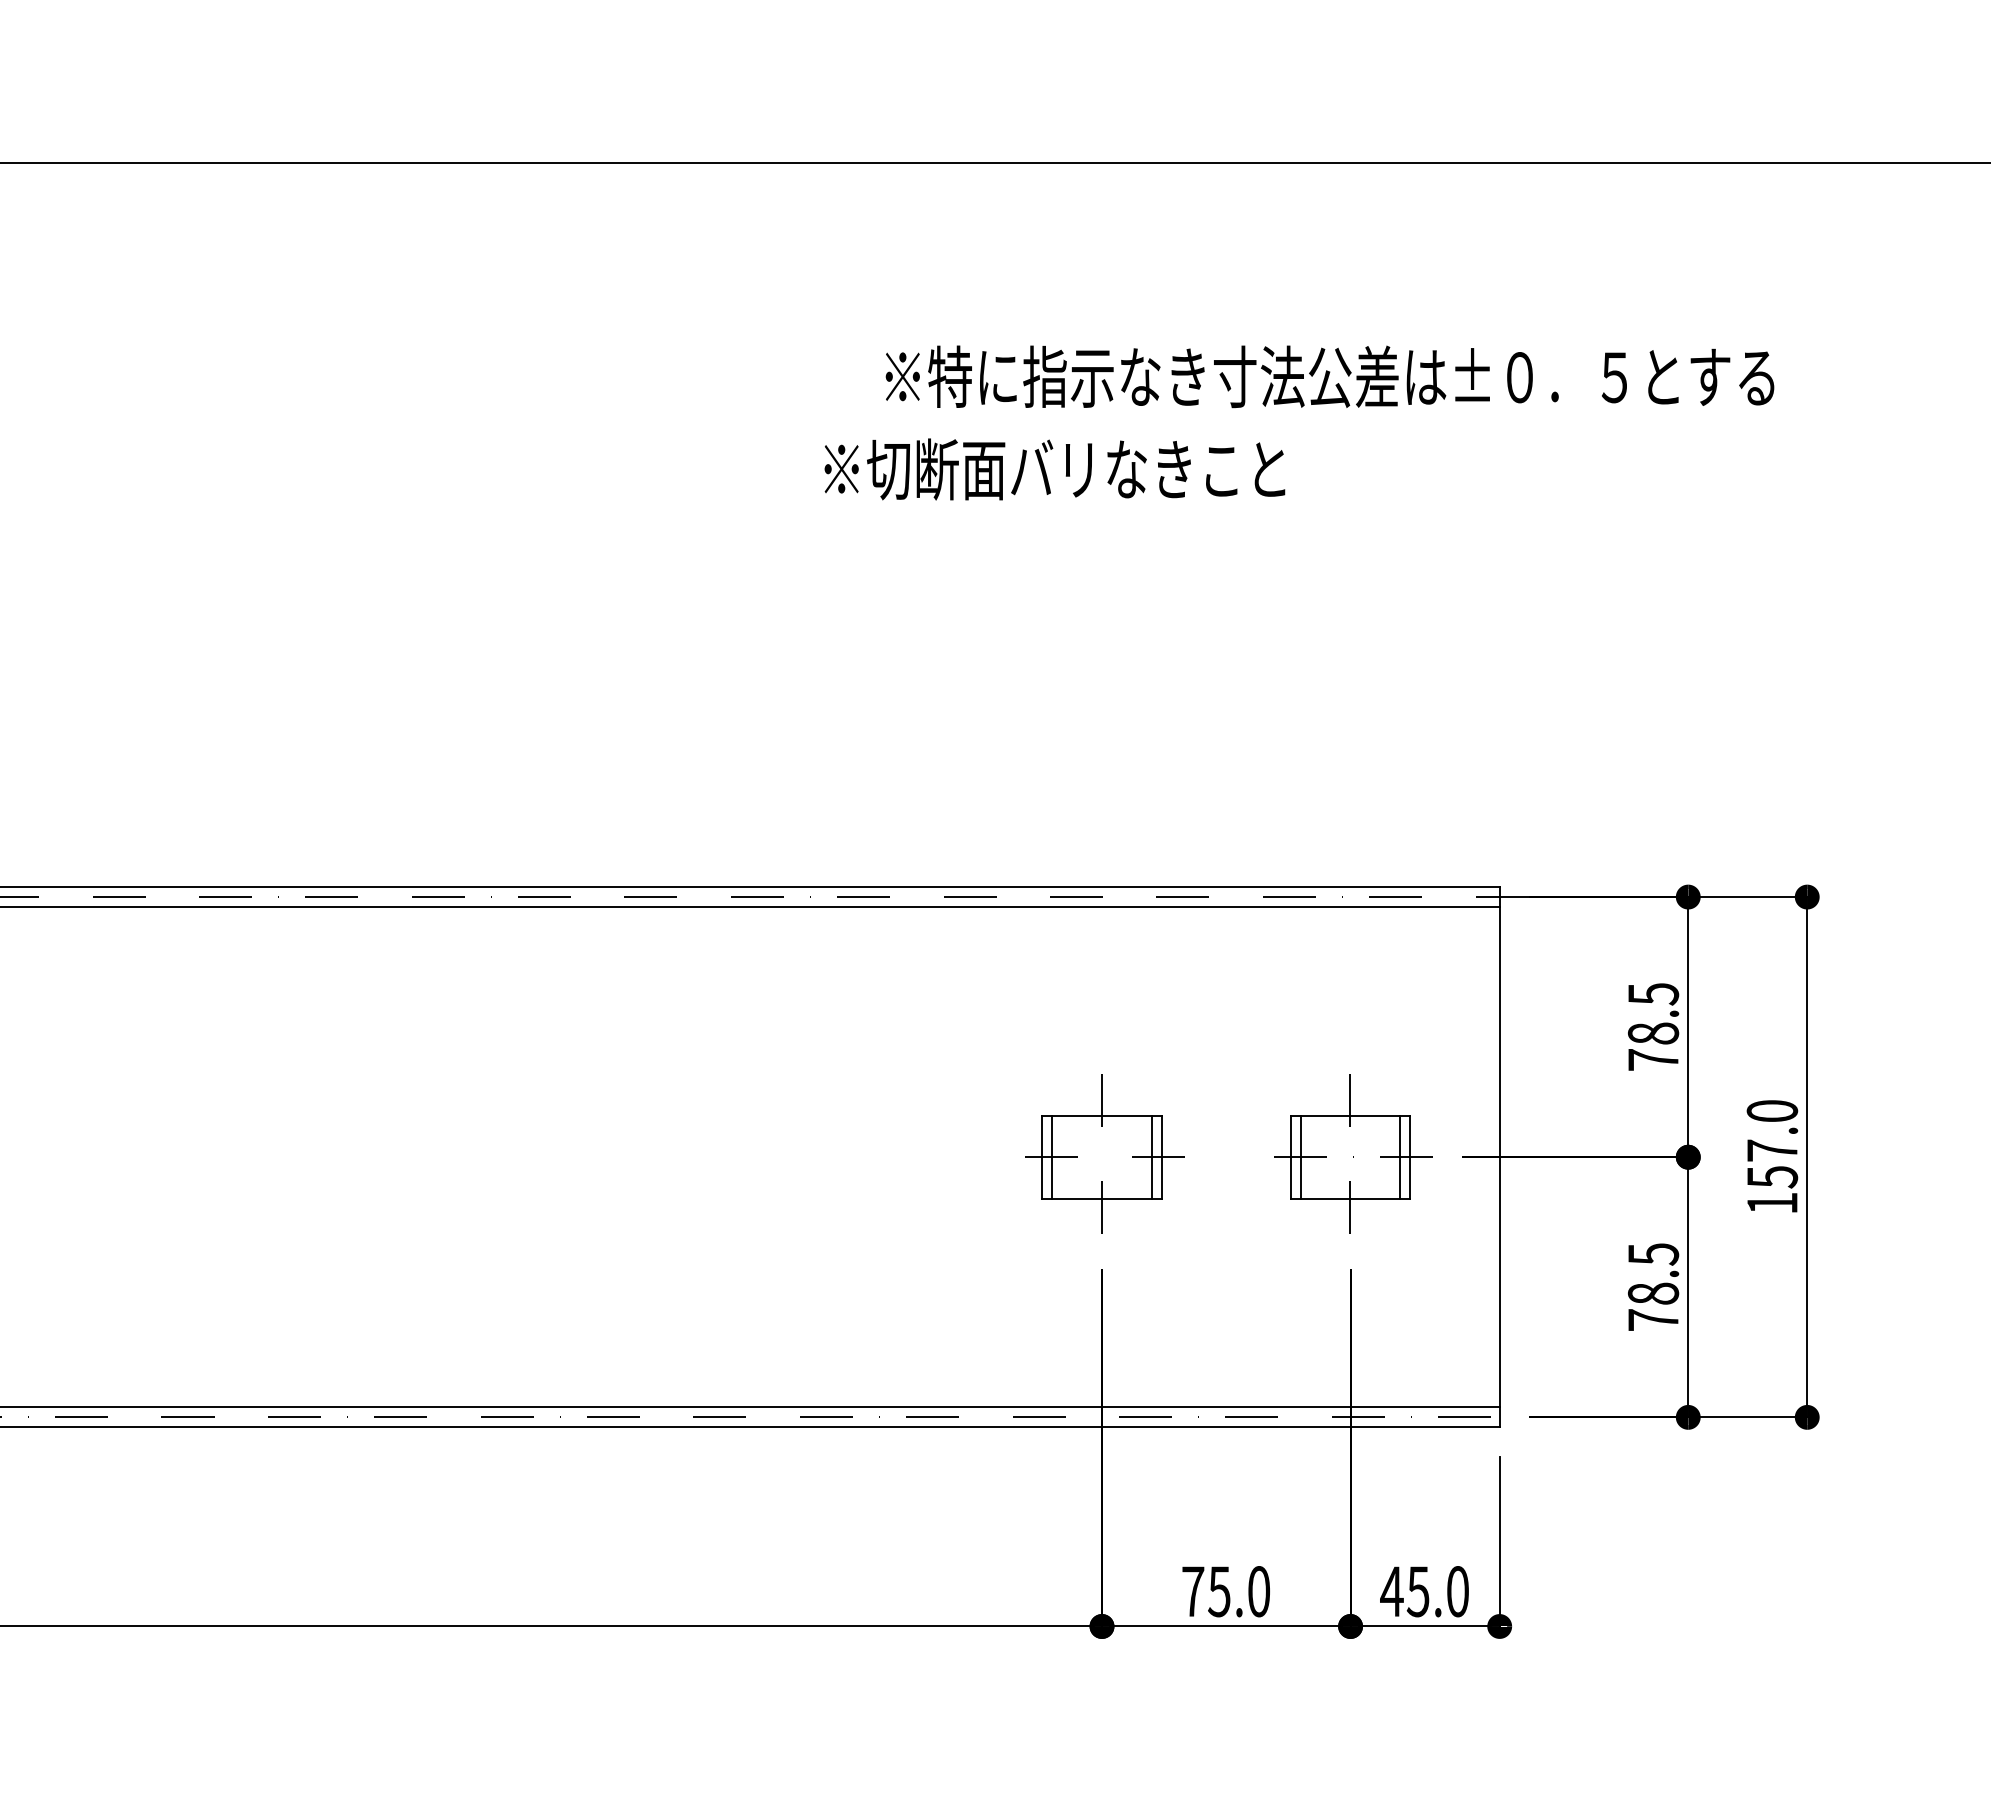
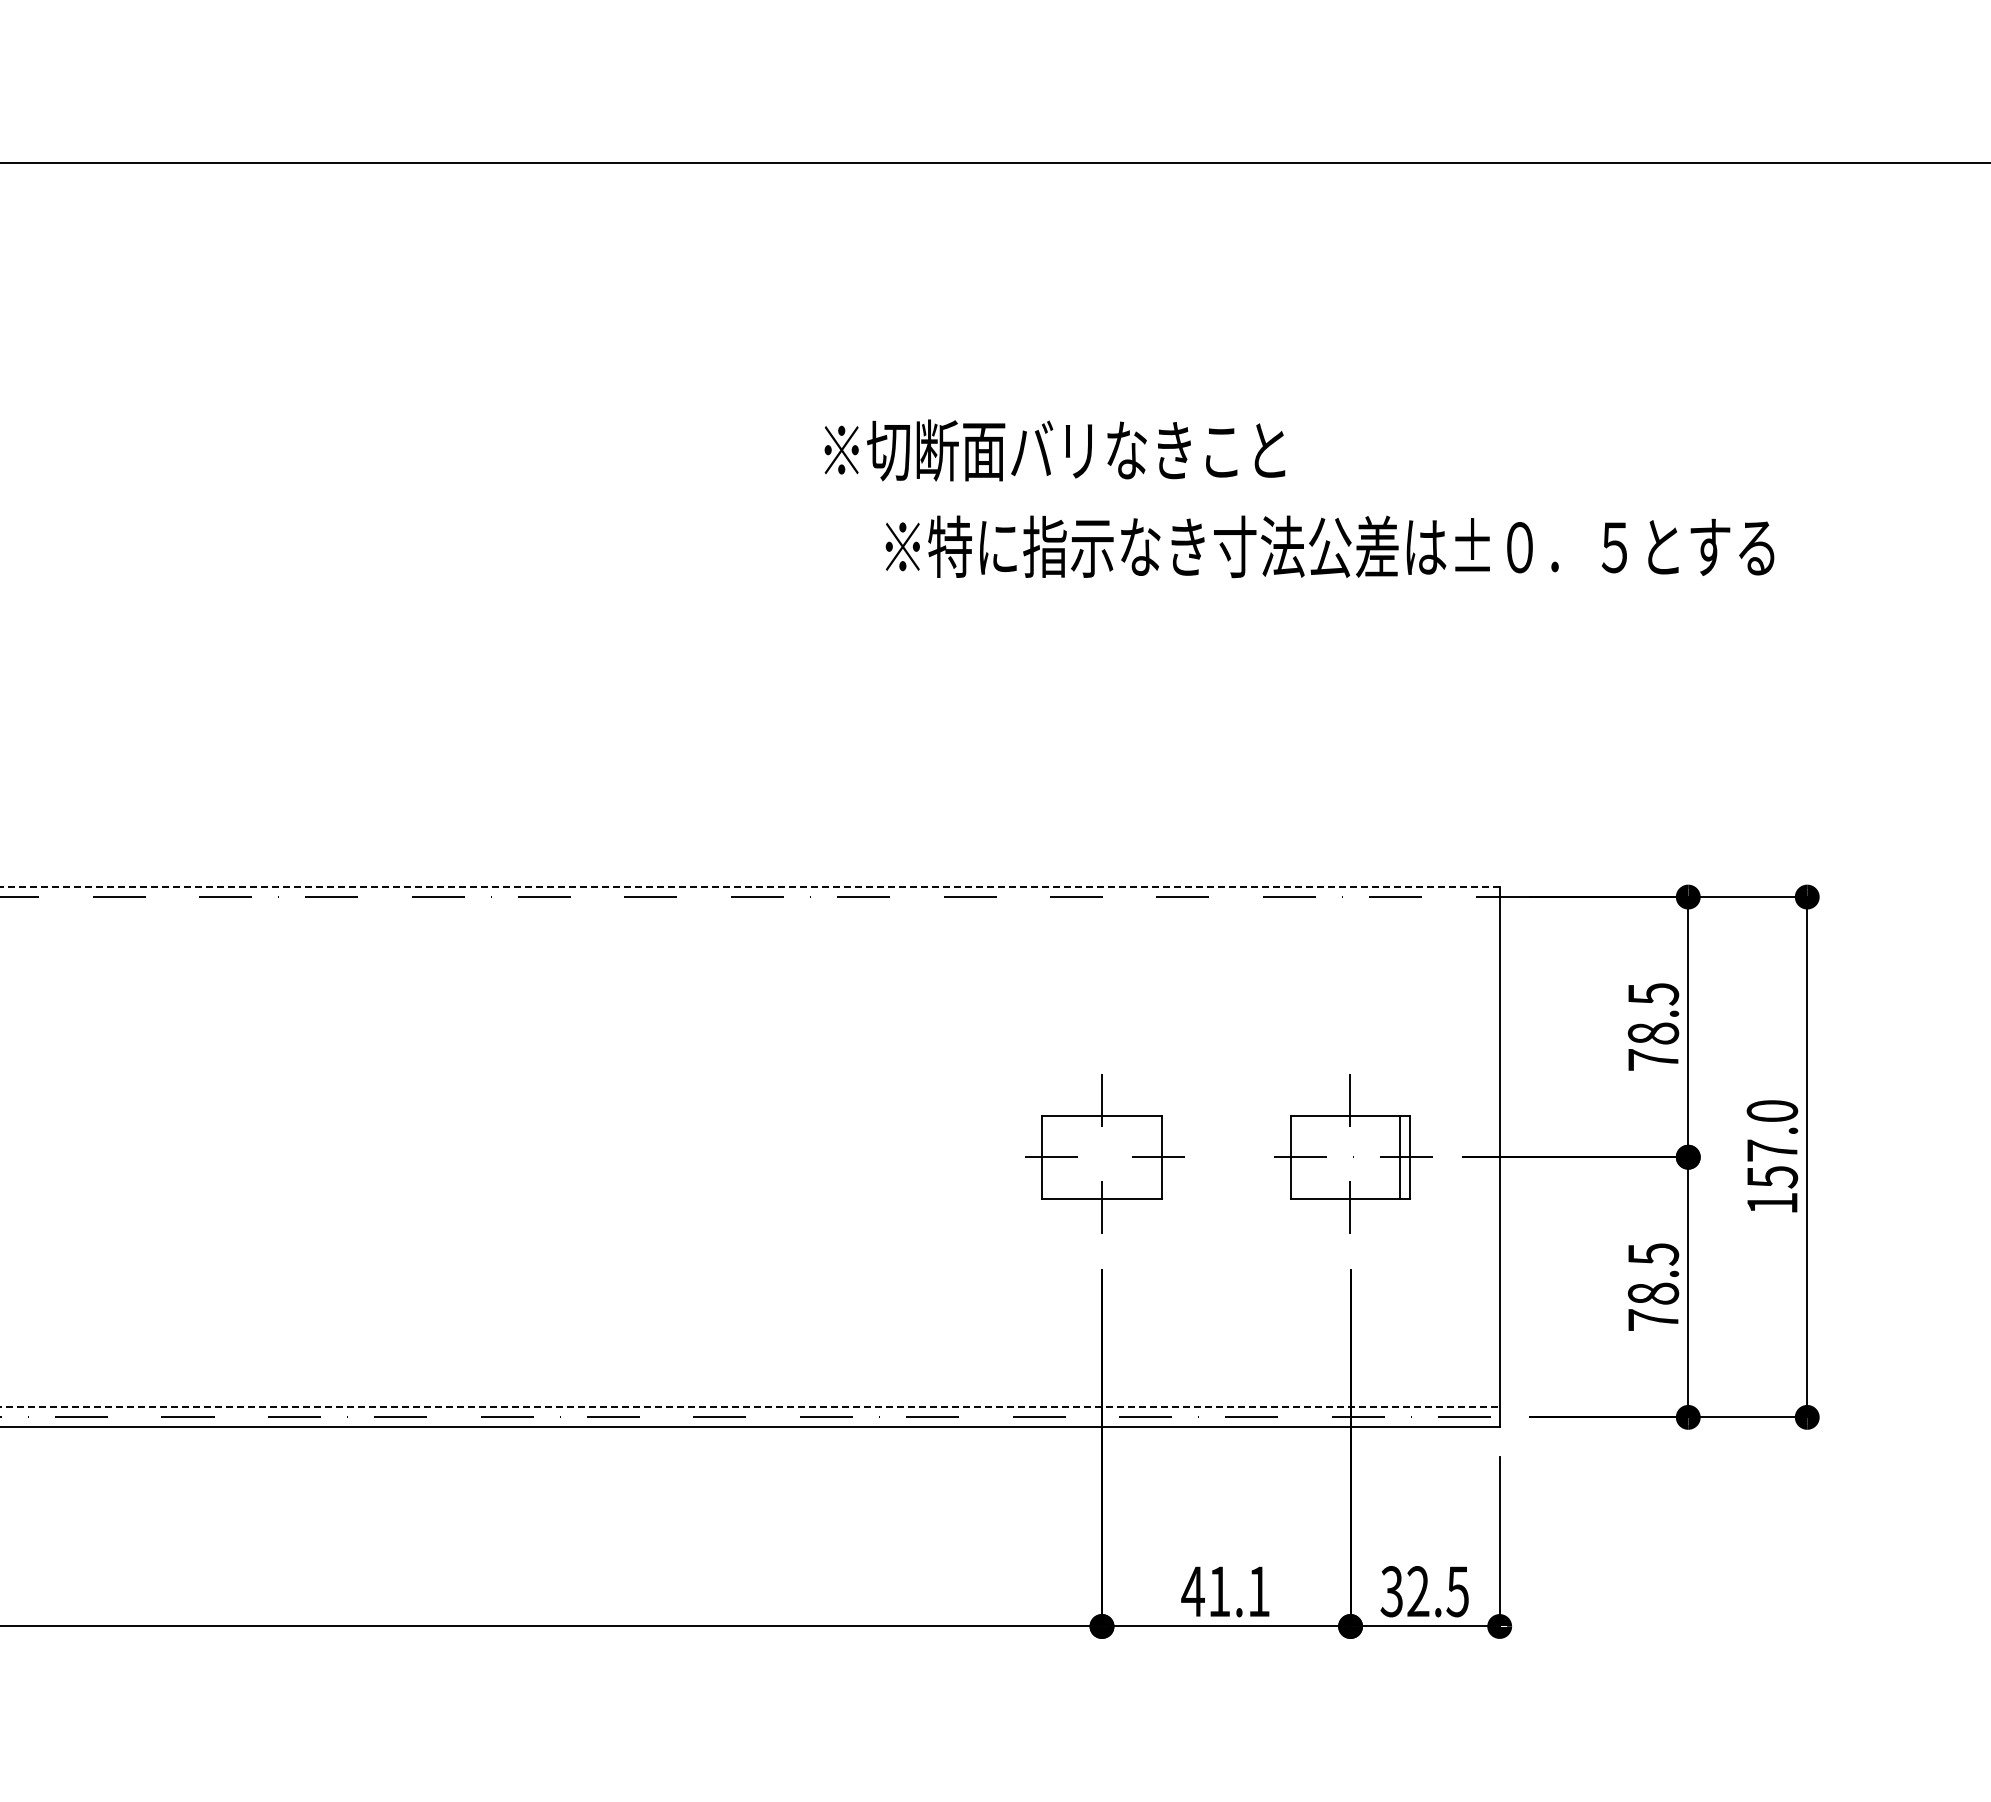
text at (1329, 376) position: (1329, 376) -> (1329, 546)
text at (1054, 469) position: (1054, 469) -> (1054, 450)
line at (750, 887): solid -> dashed
line at (750, 906): present -> none
line at (1052, 1156): present -> none
line at (1151, 1156): present -> none
line at (1300, 1156): present -> none
line at (750, 1407): solid -> dashed
text at (1225, 1591): 75.0 -> 41.1
text at (1424, 1591): 45.0 -> 32.5
